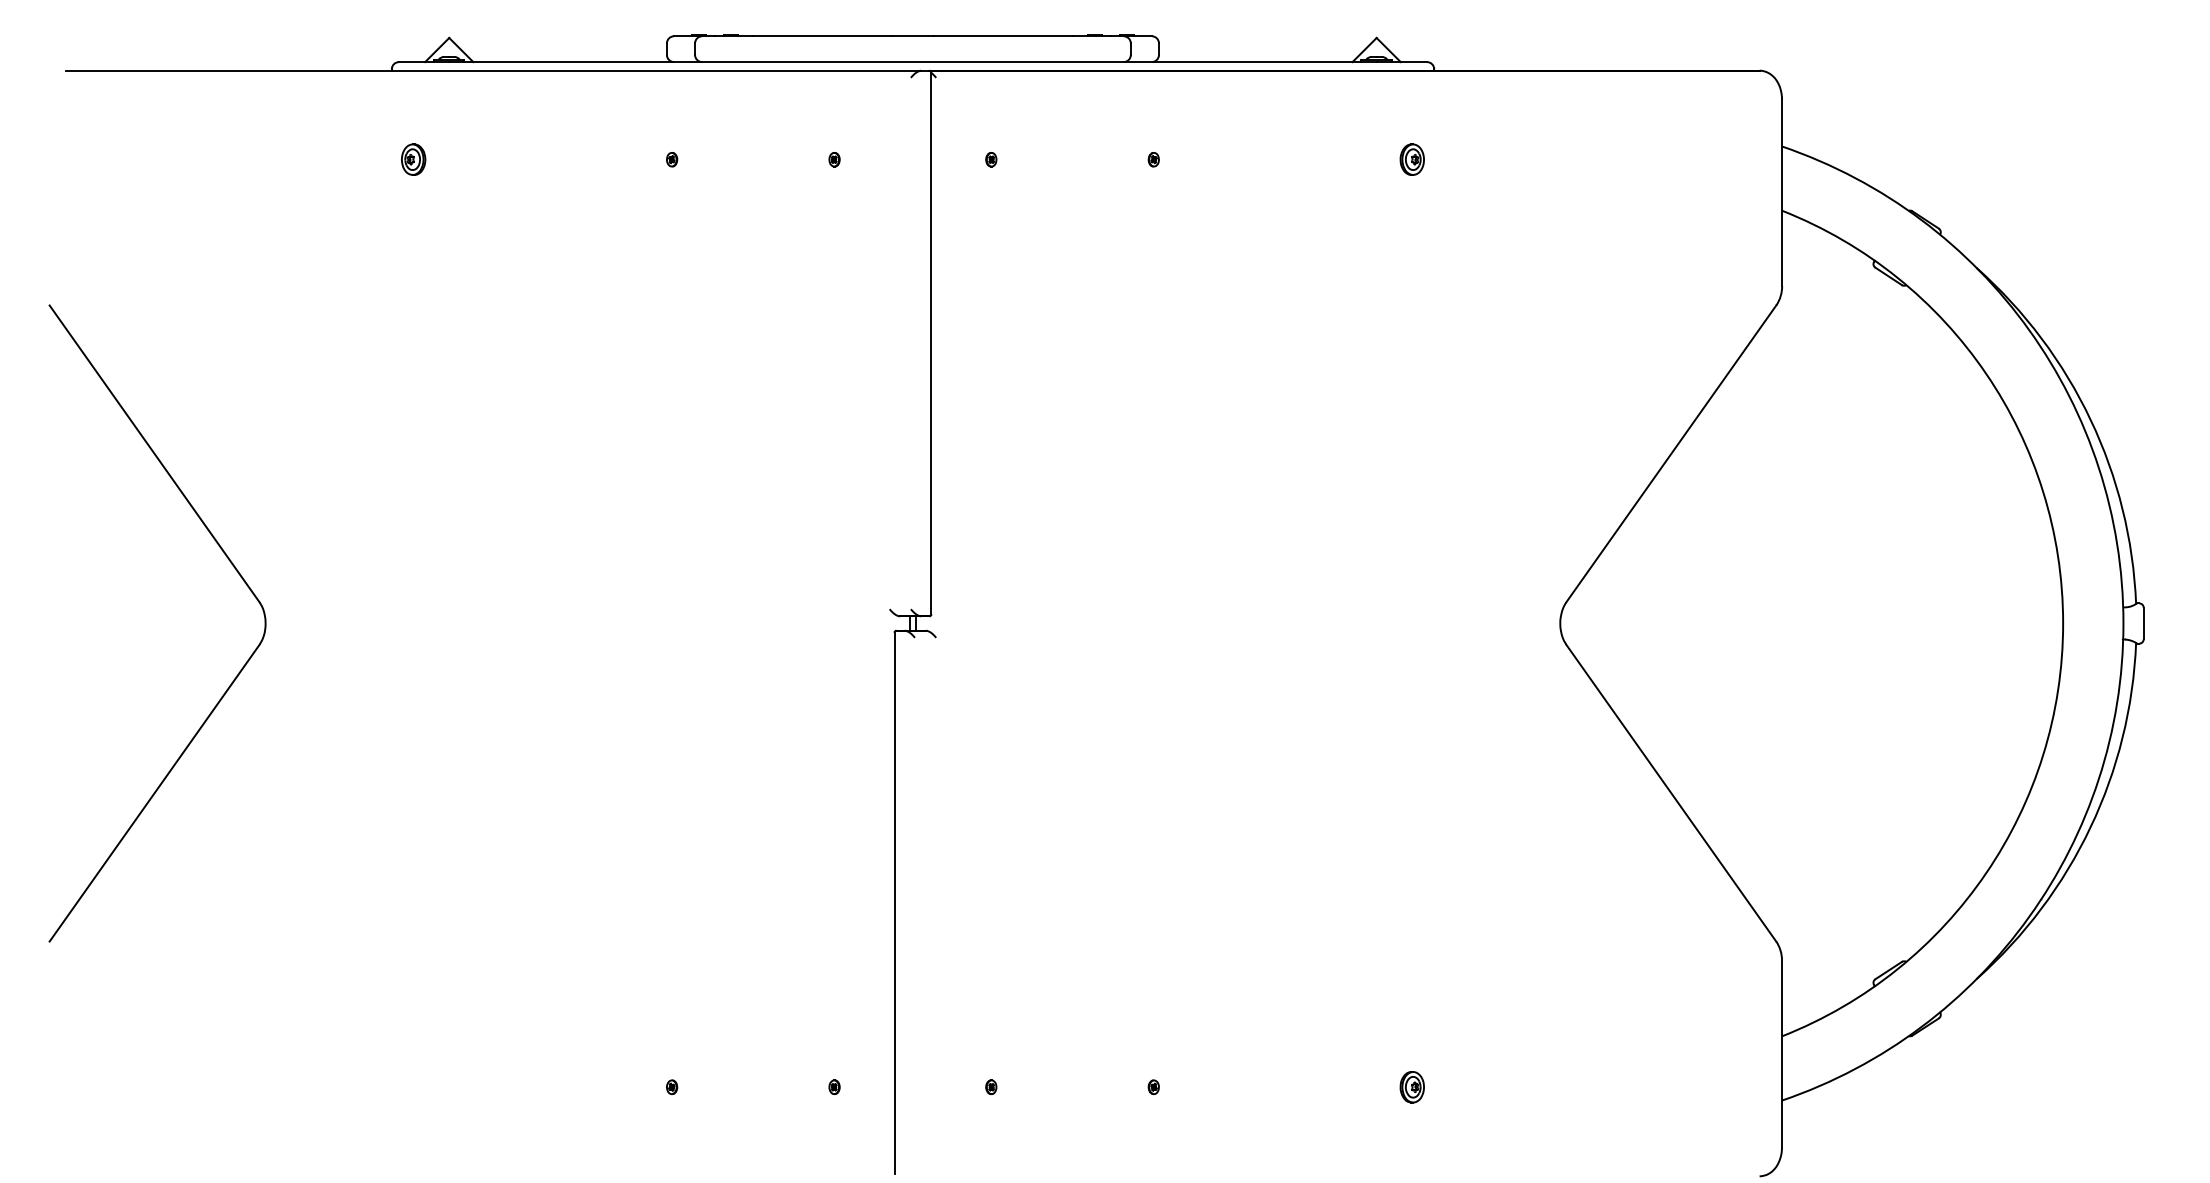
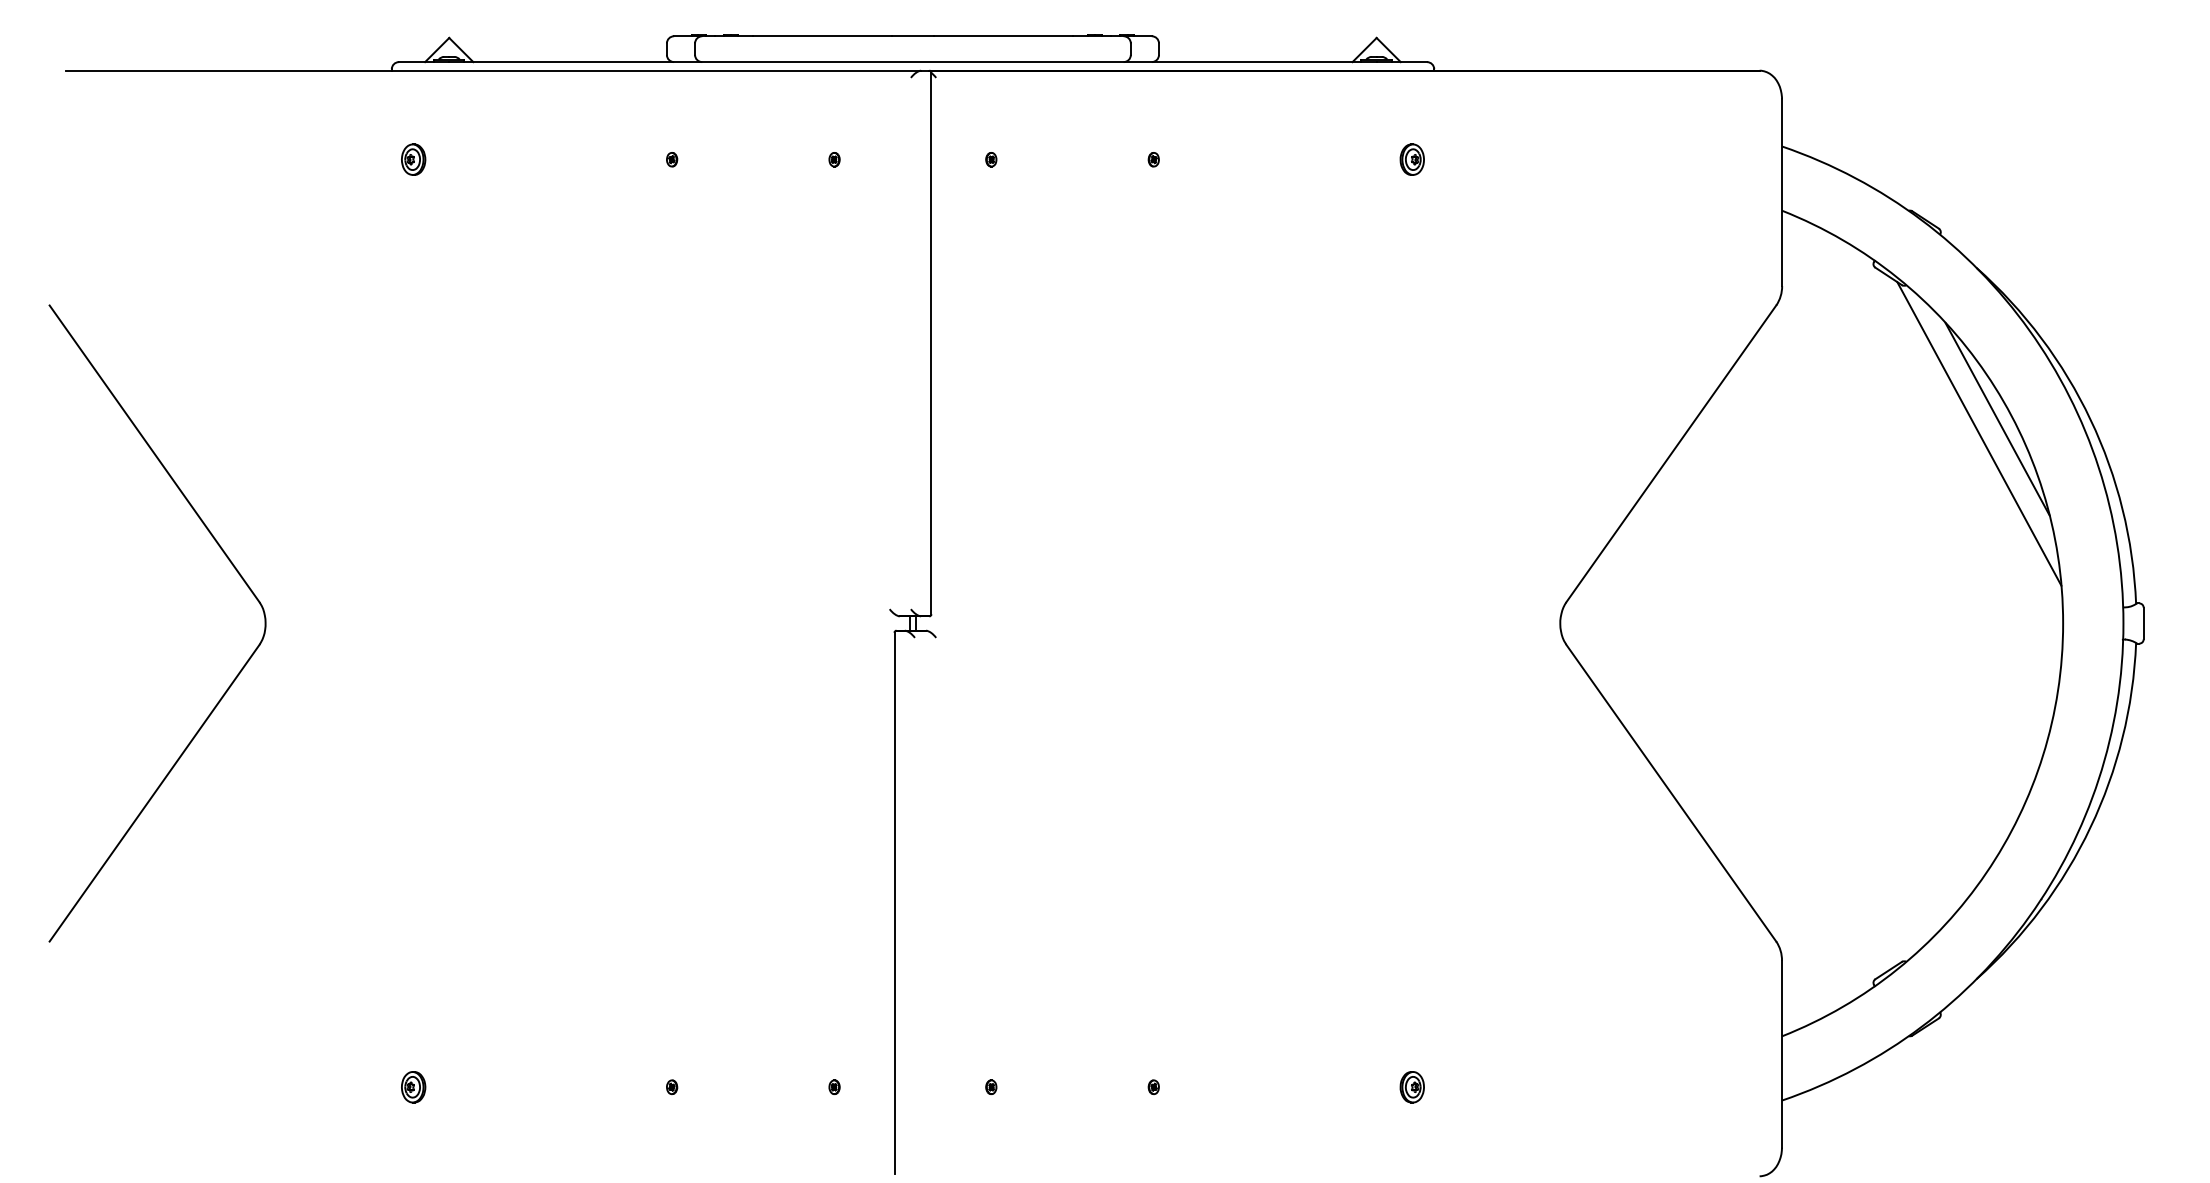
line at (1997, 419): none -> present
line at (1979, 433): none -> present
part at (413, 1087): none -> present
